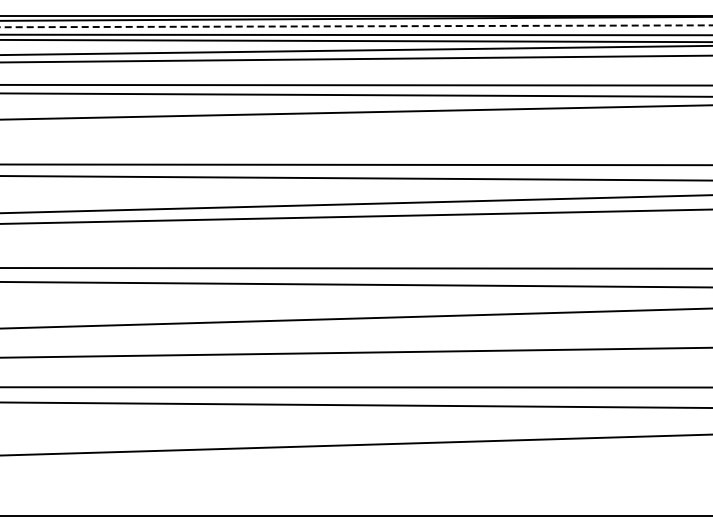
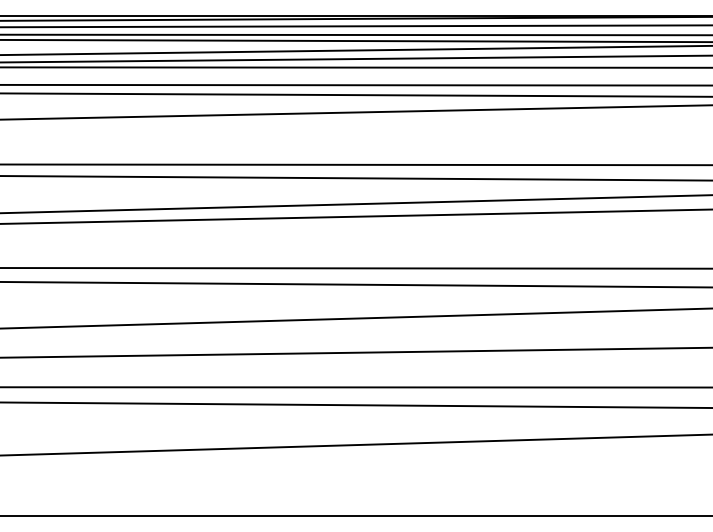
line at (356, 26): dashed -> solid
line at (355, 67): none -> present
